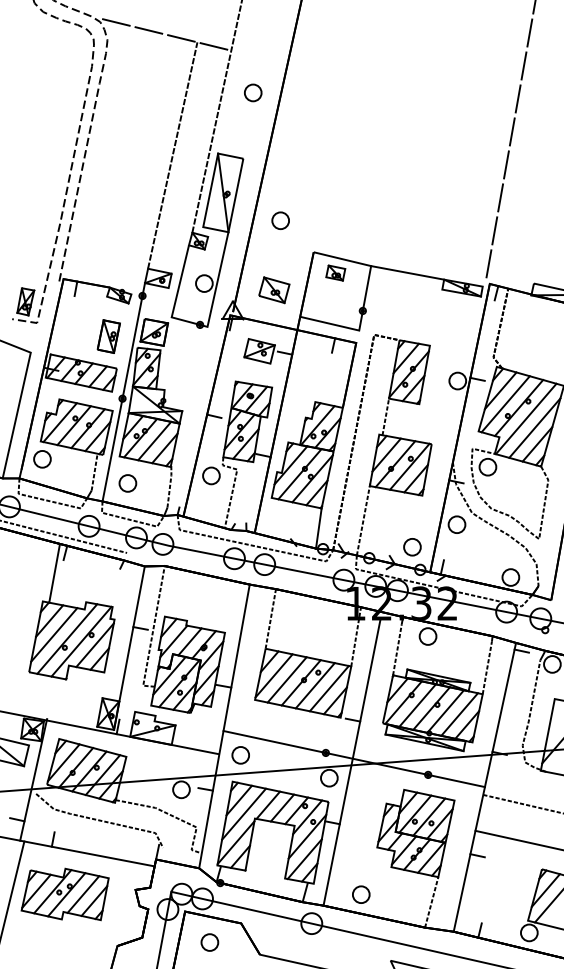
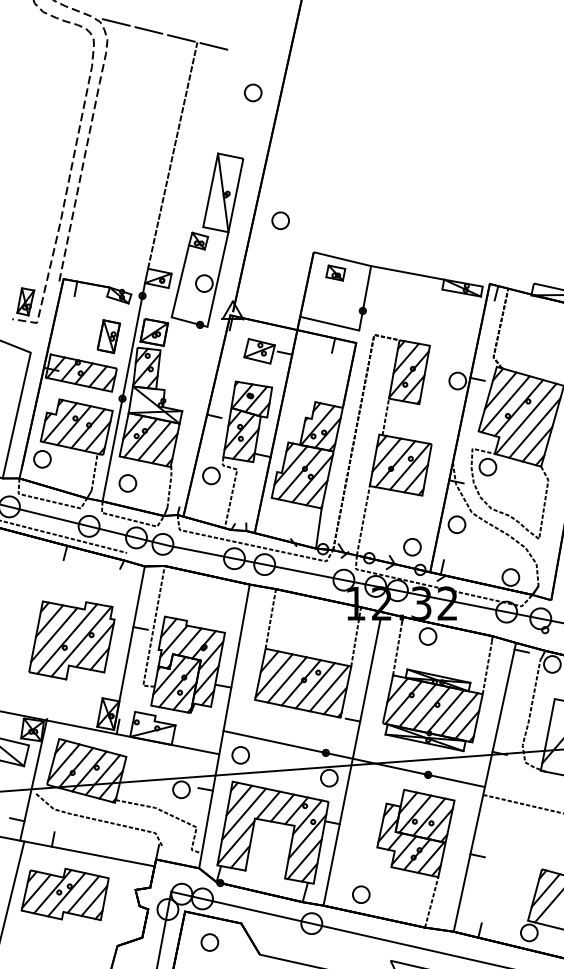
line at (216, 117): present -> none
line at (510, 140): present -> none
part at (274, 290): present -> none
line at (54, 572): present -> none
line at (517, 839): present -> none
